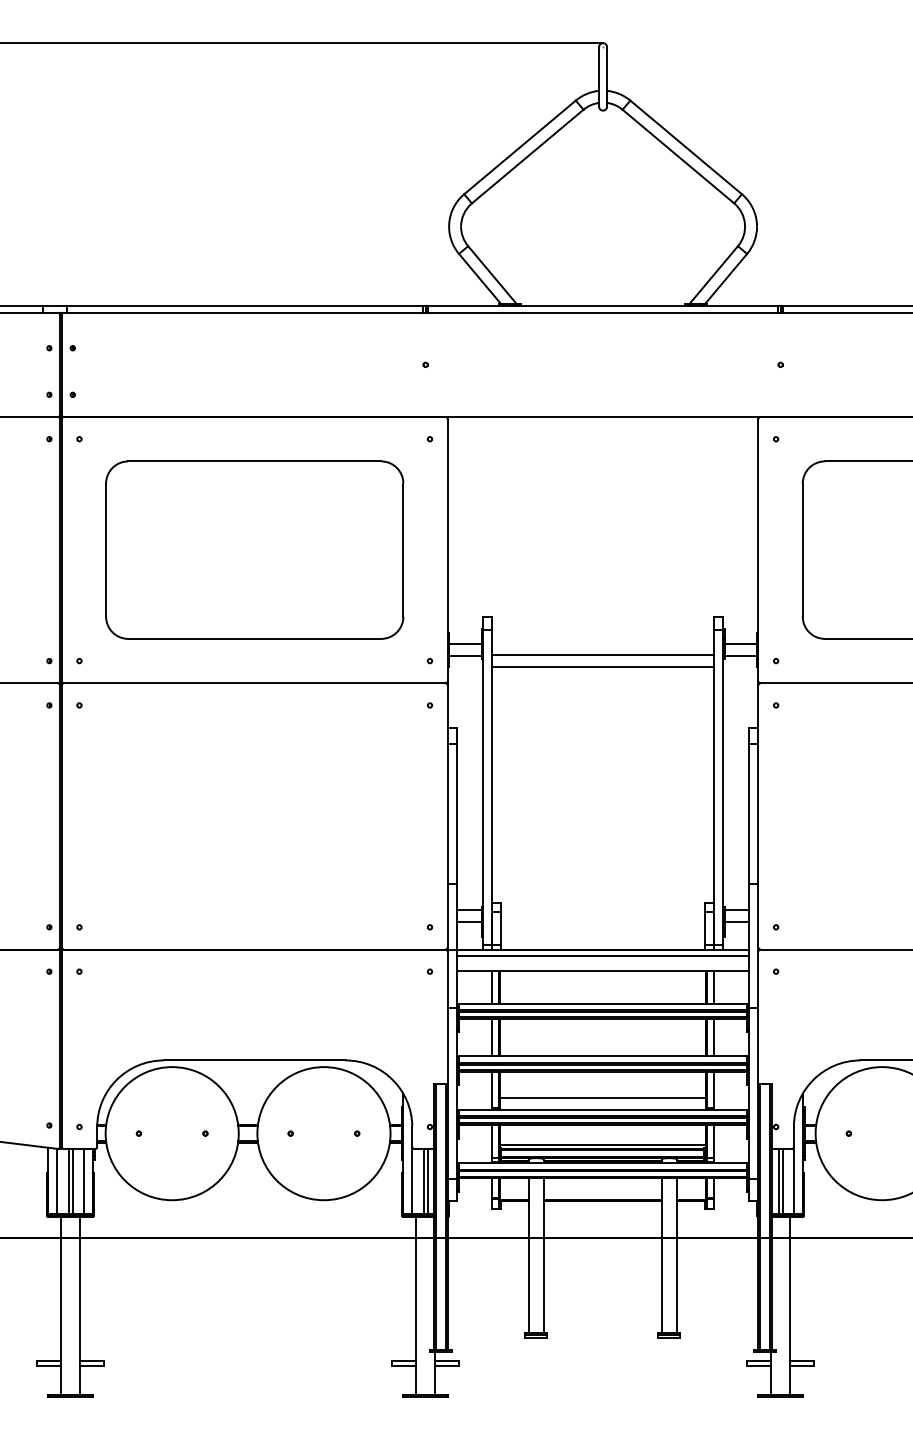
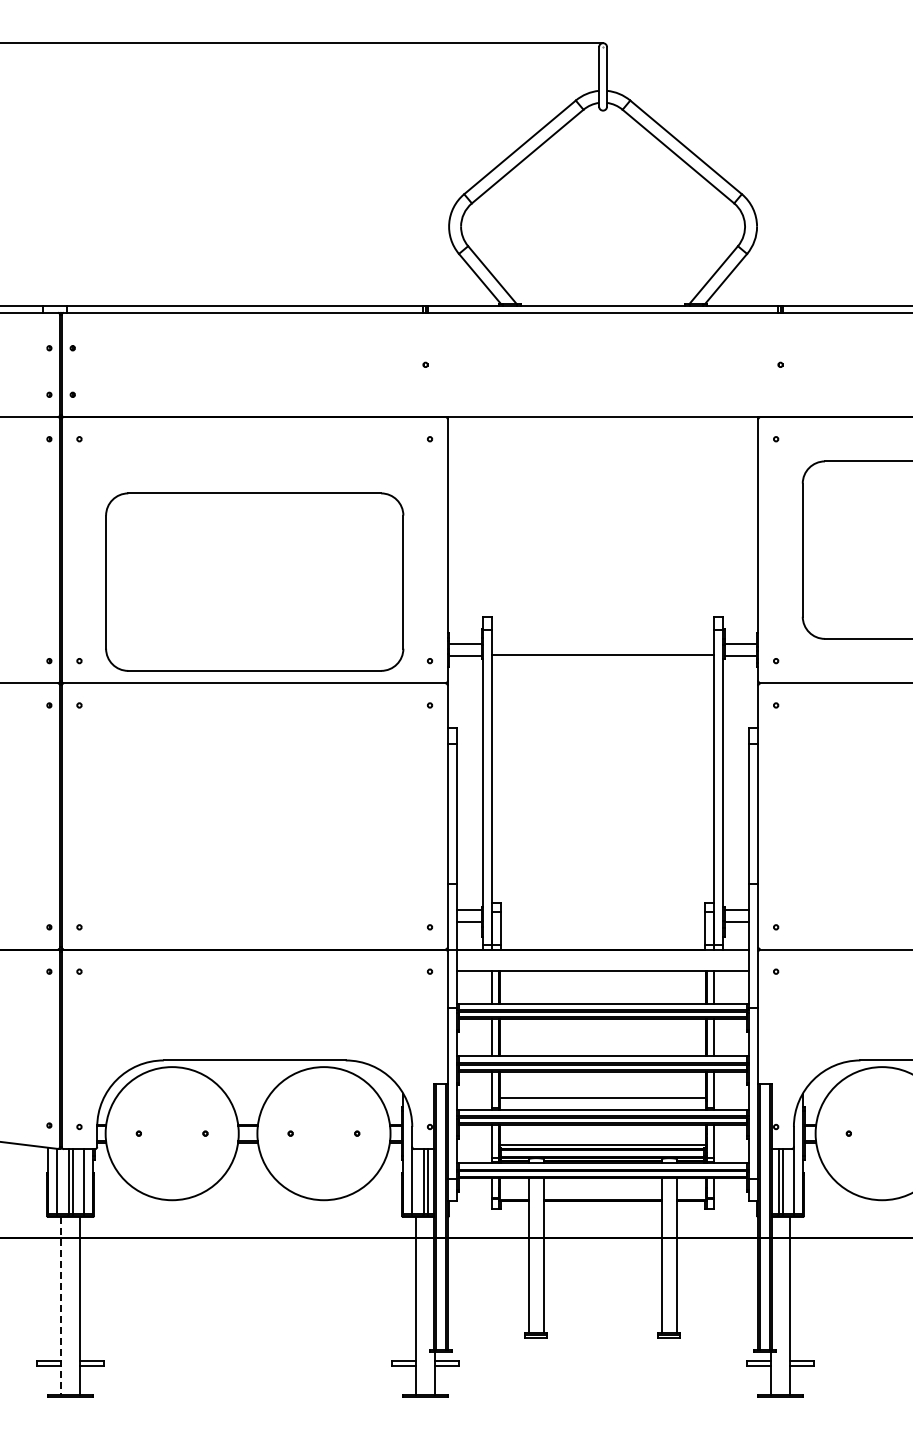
part at (254, 549) position: (254, 549) -> (254, 581)
line at (603, 667): present -> none
line at (603, 956): present -> none
line at (61, 1305): solid -> dashed
